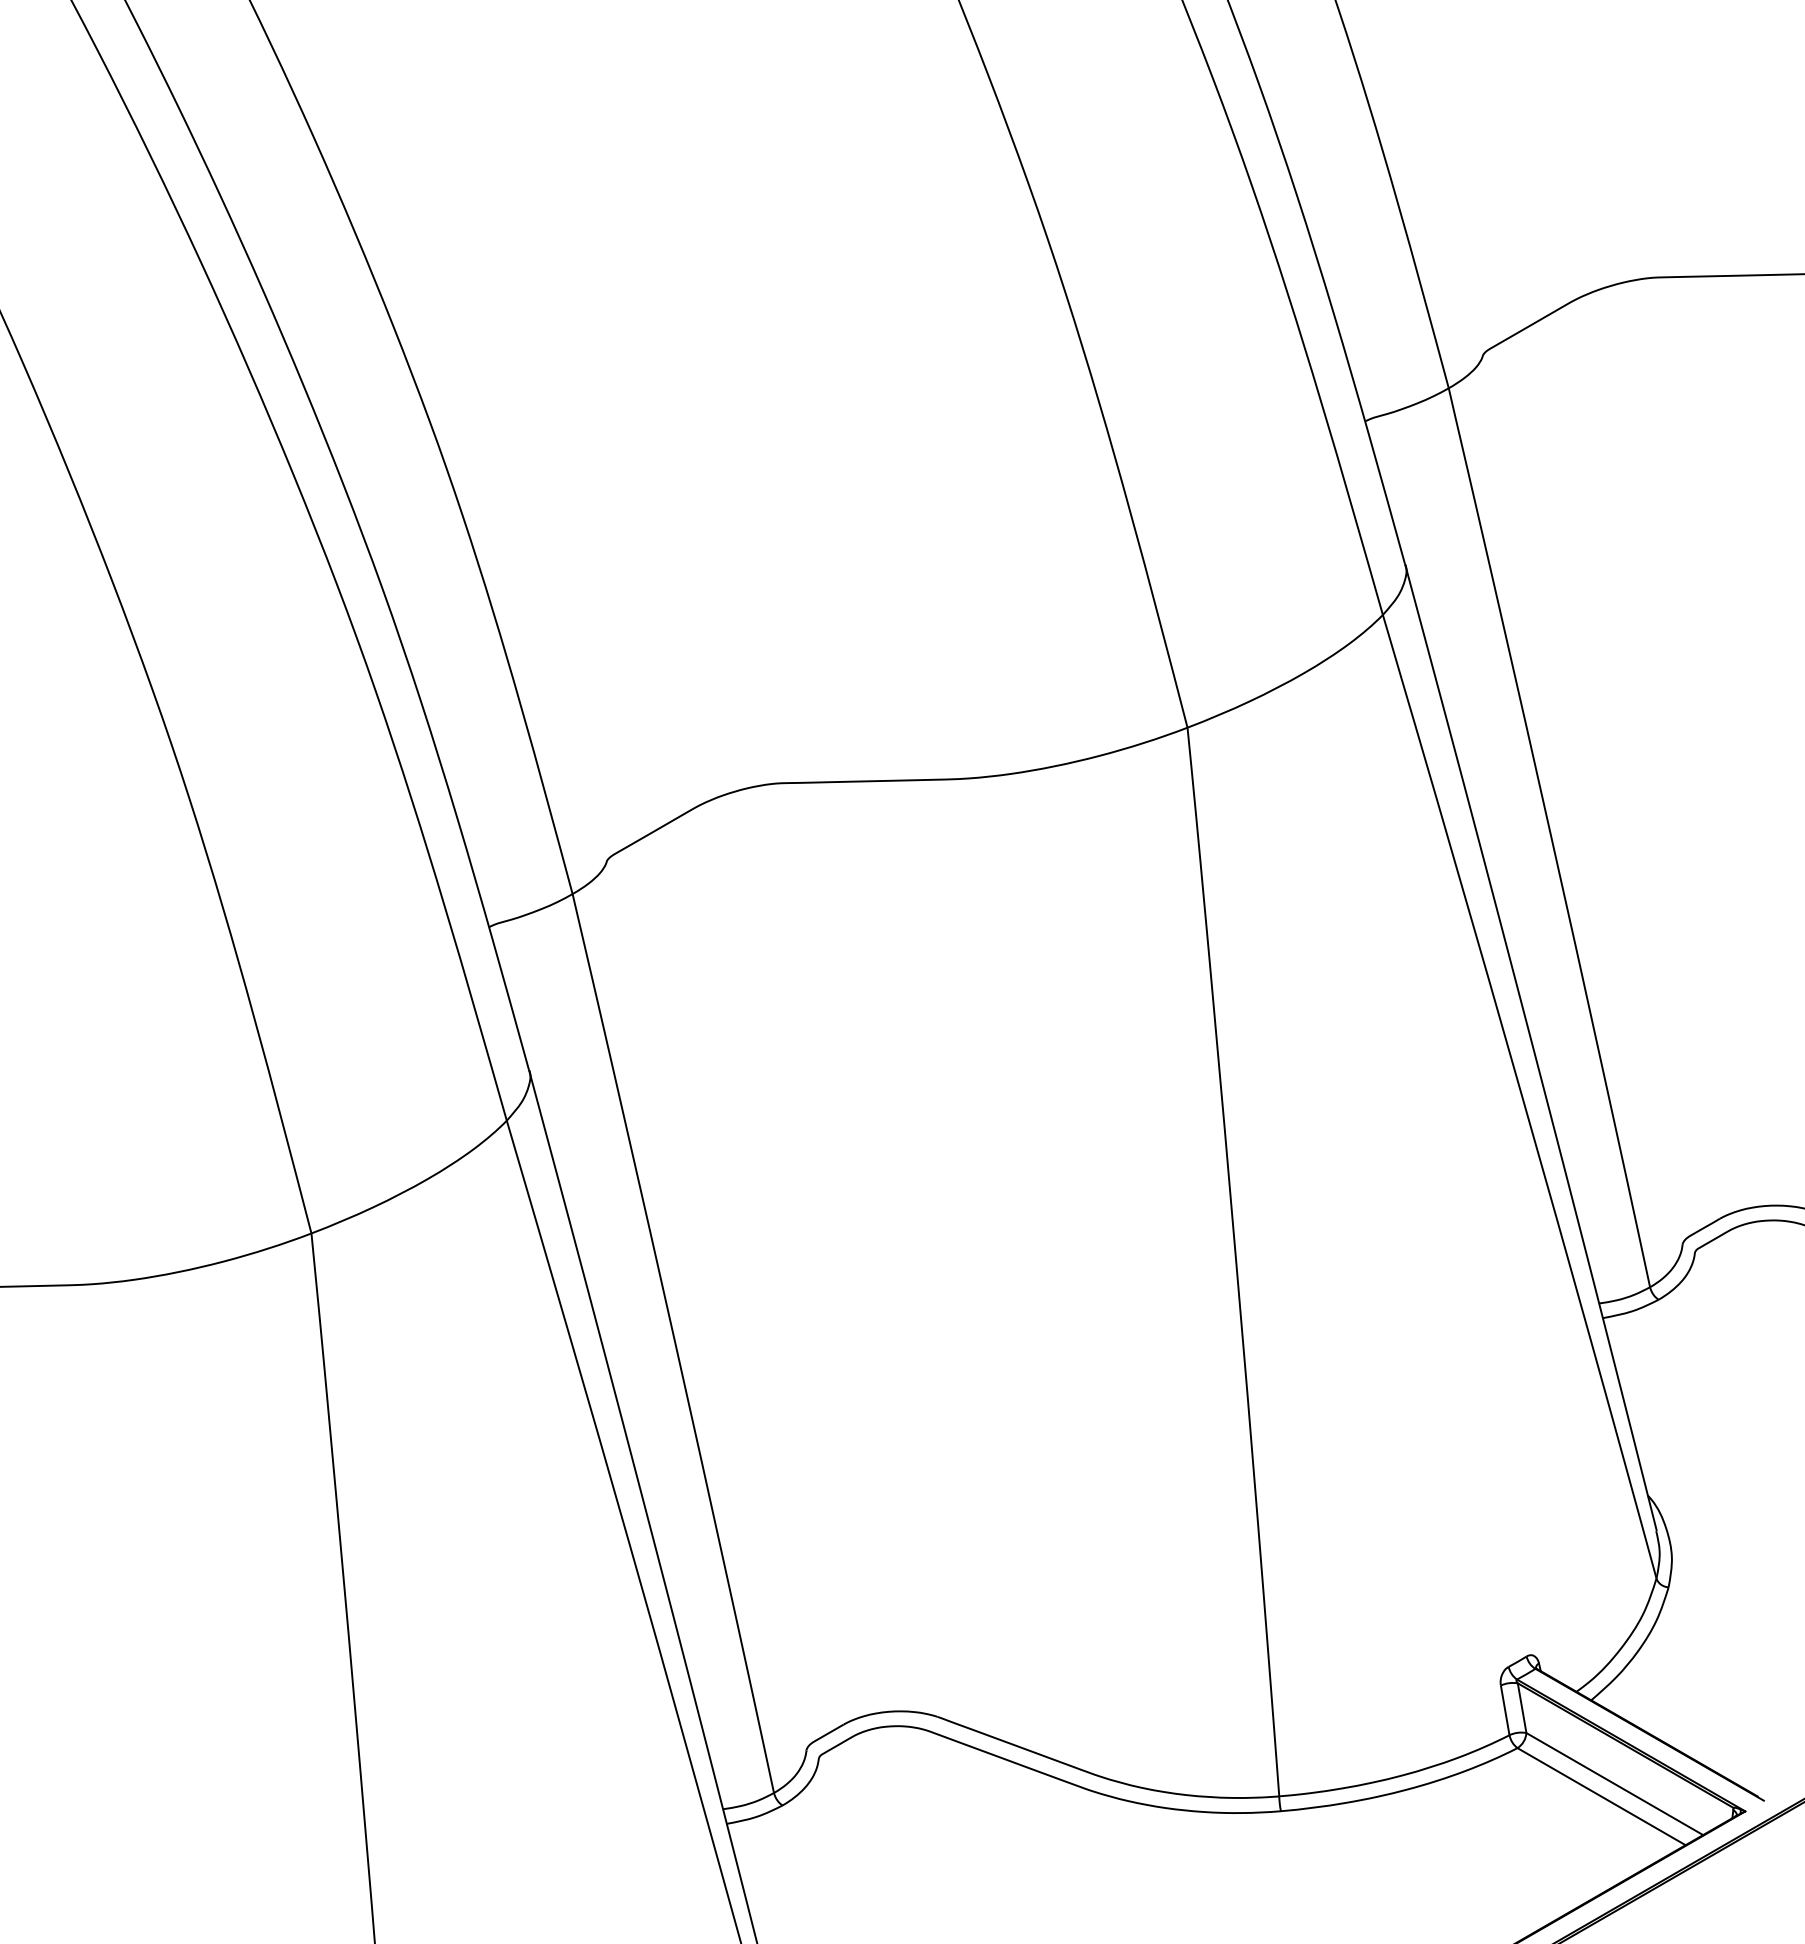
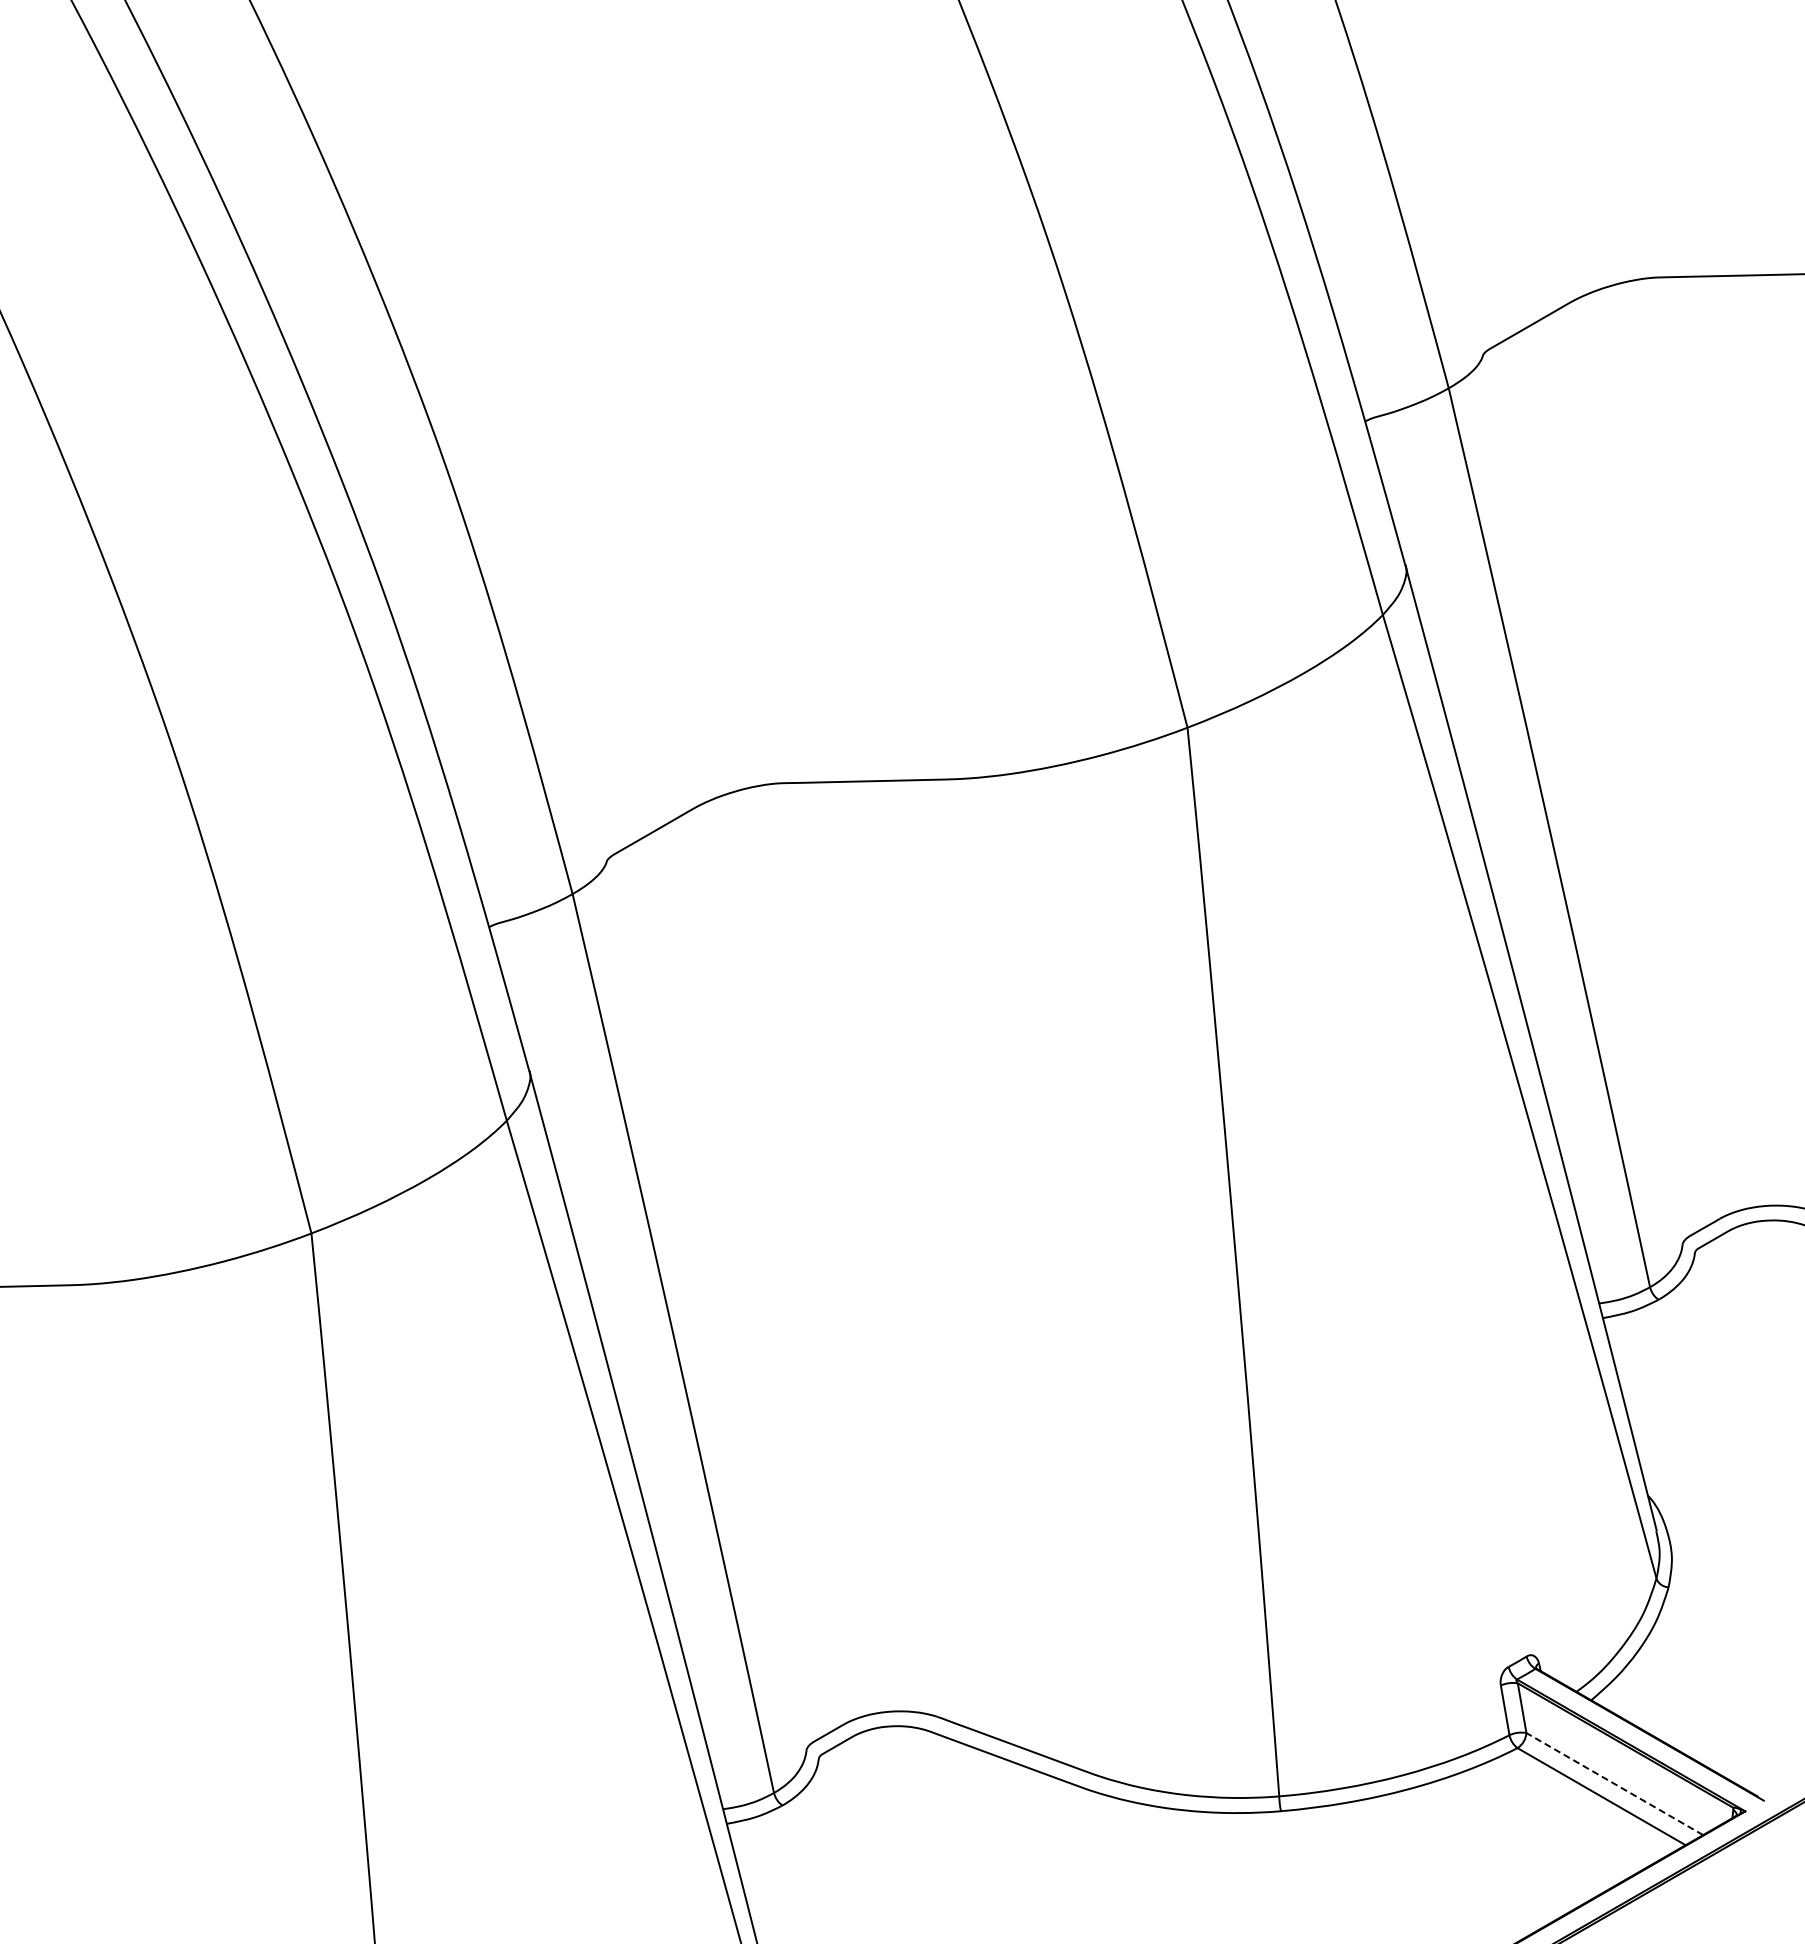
line at (1614, 1783): solid -> dashed
